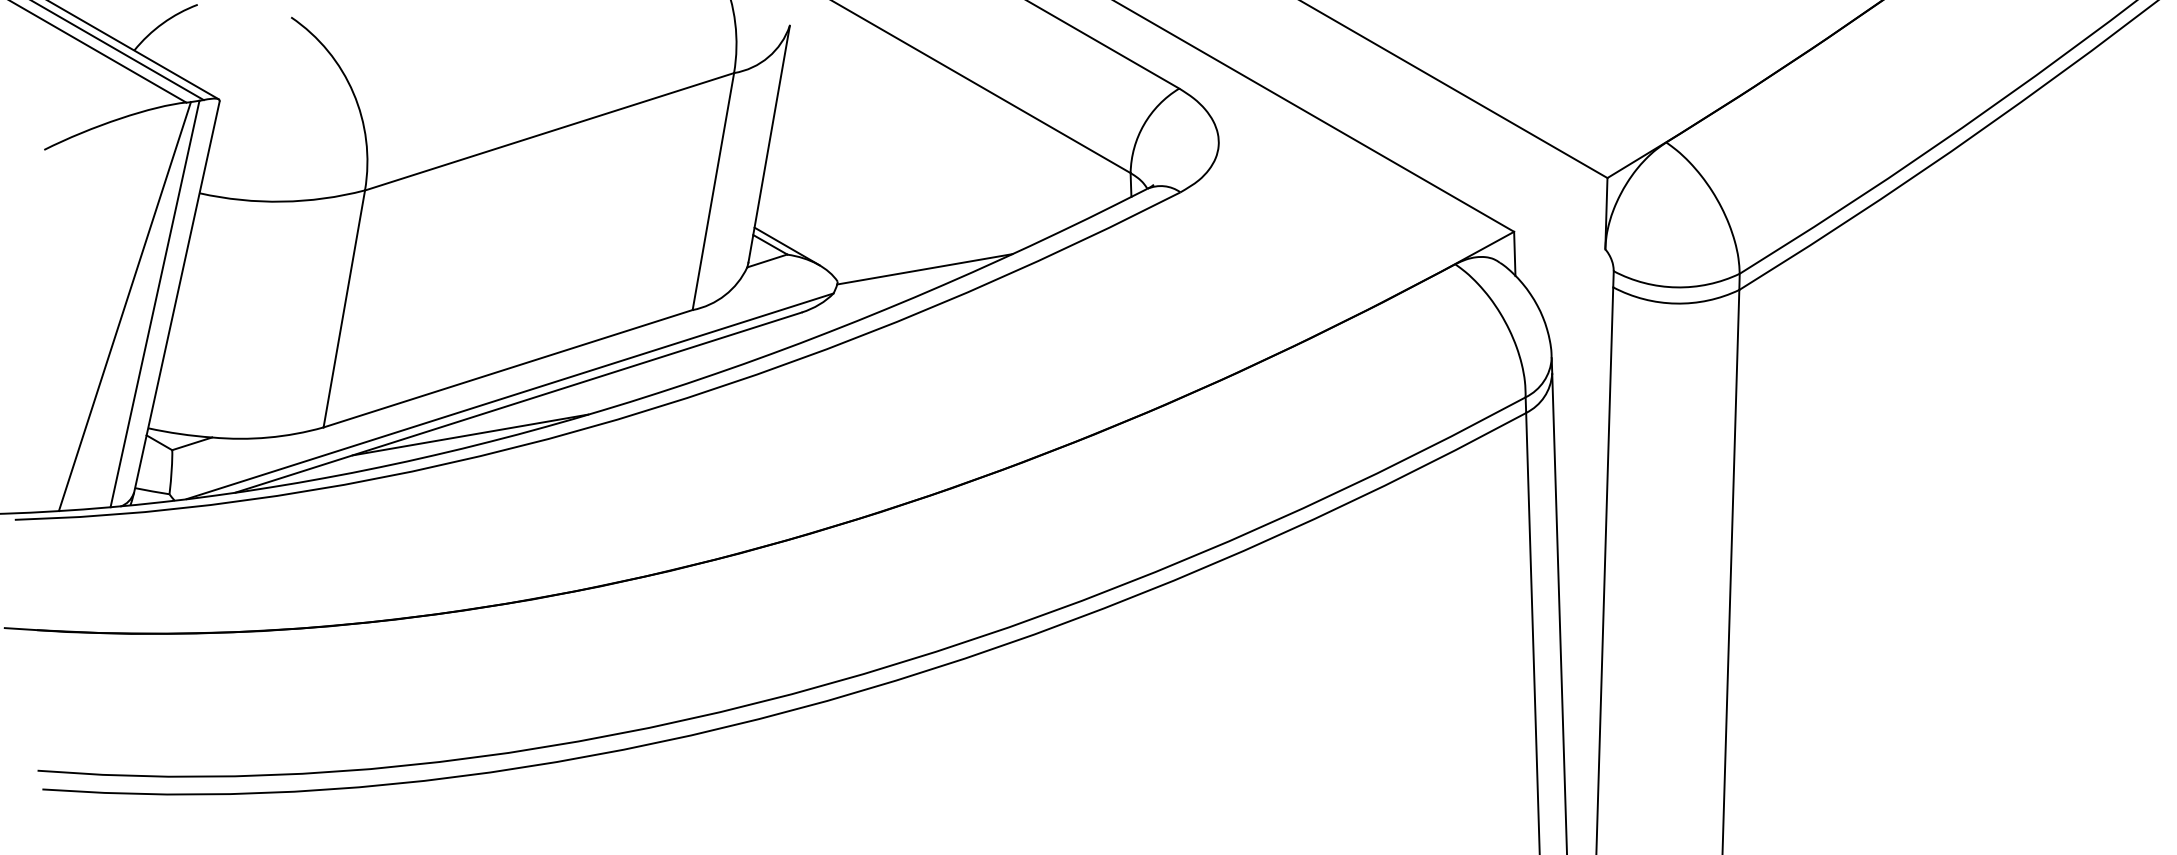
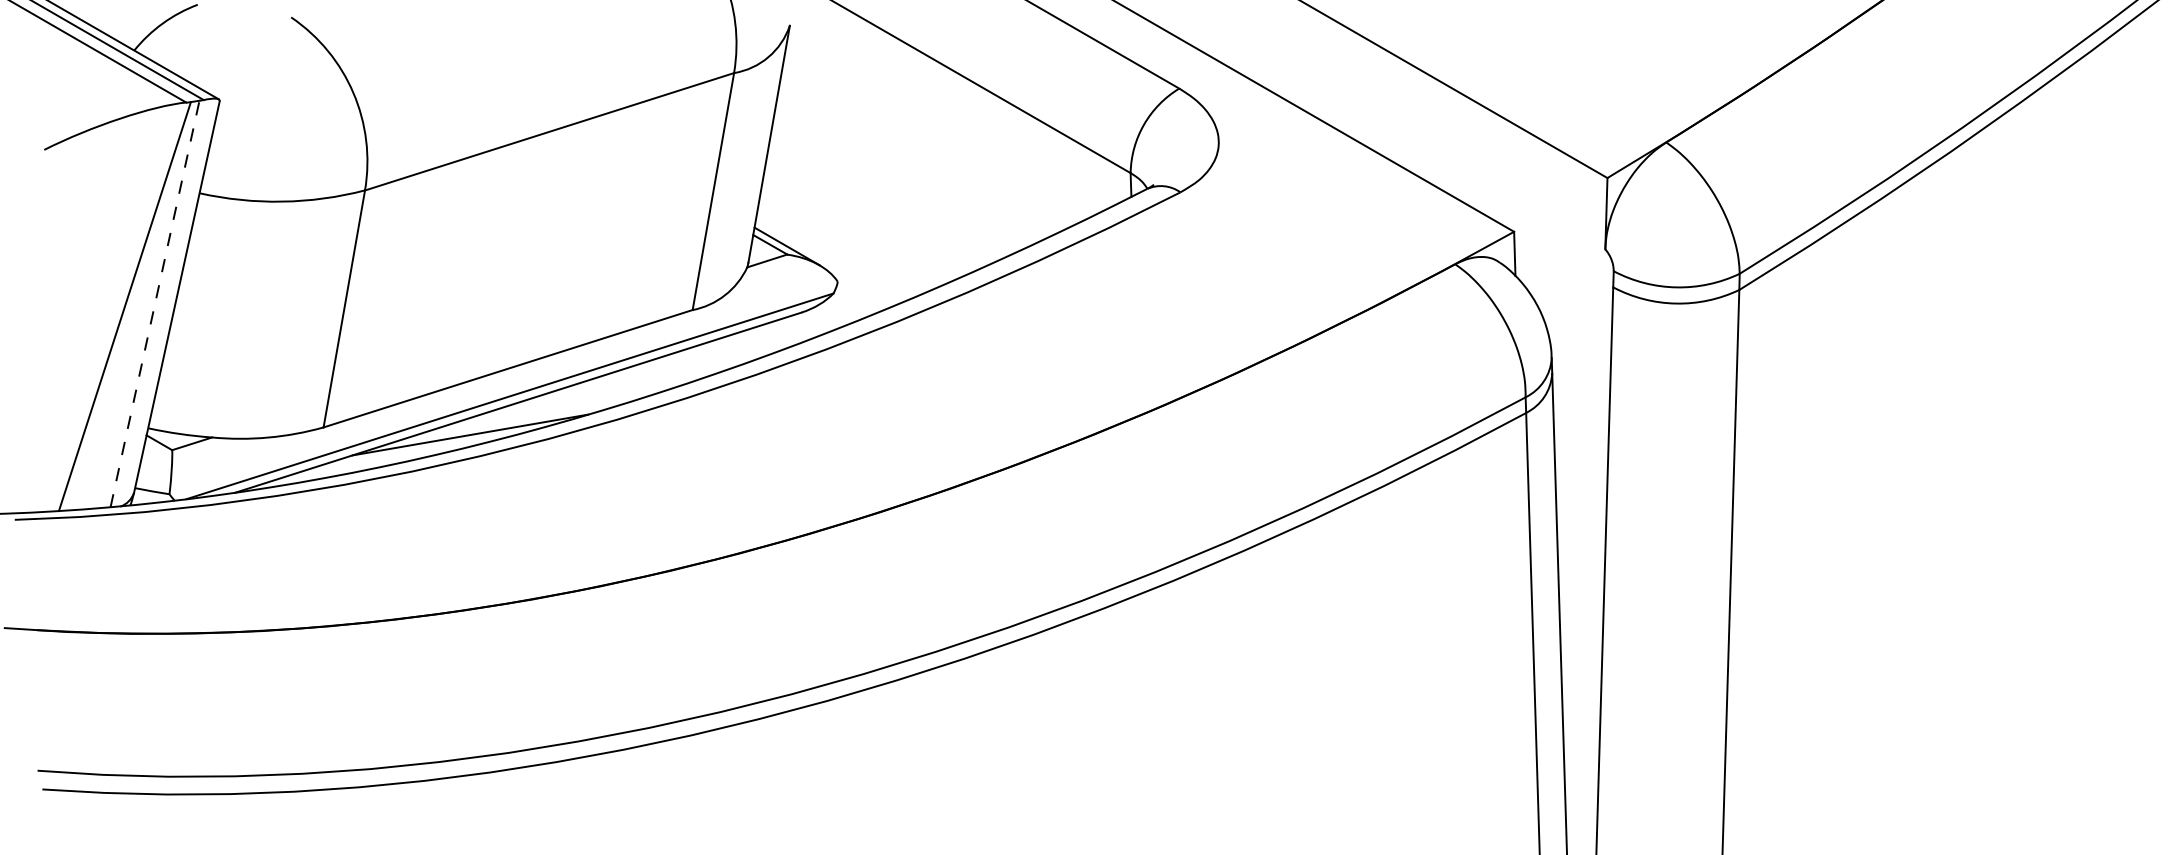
line at (924, 269): present -> none
line at (155, 303): solid -> dashed
